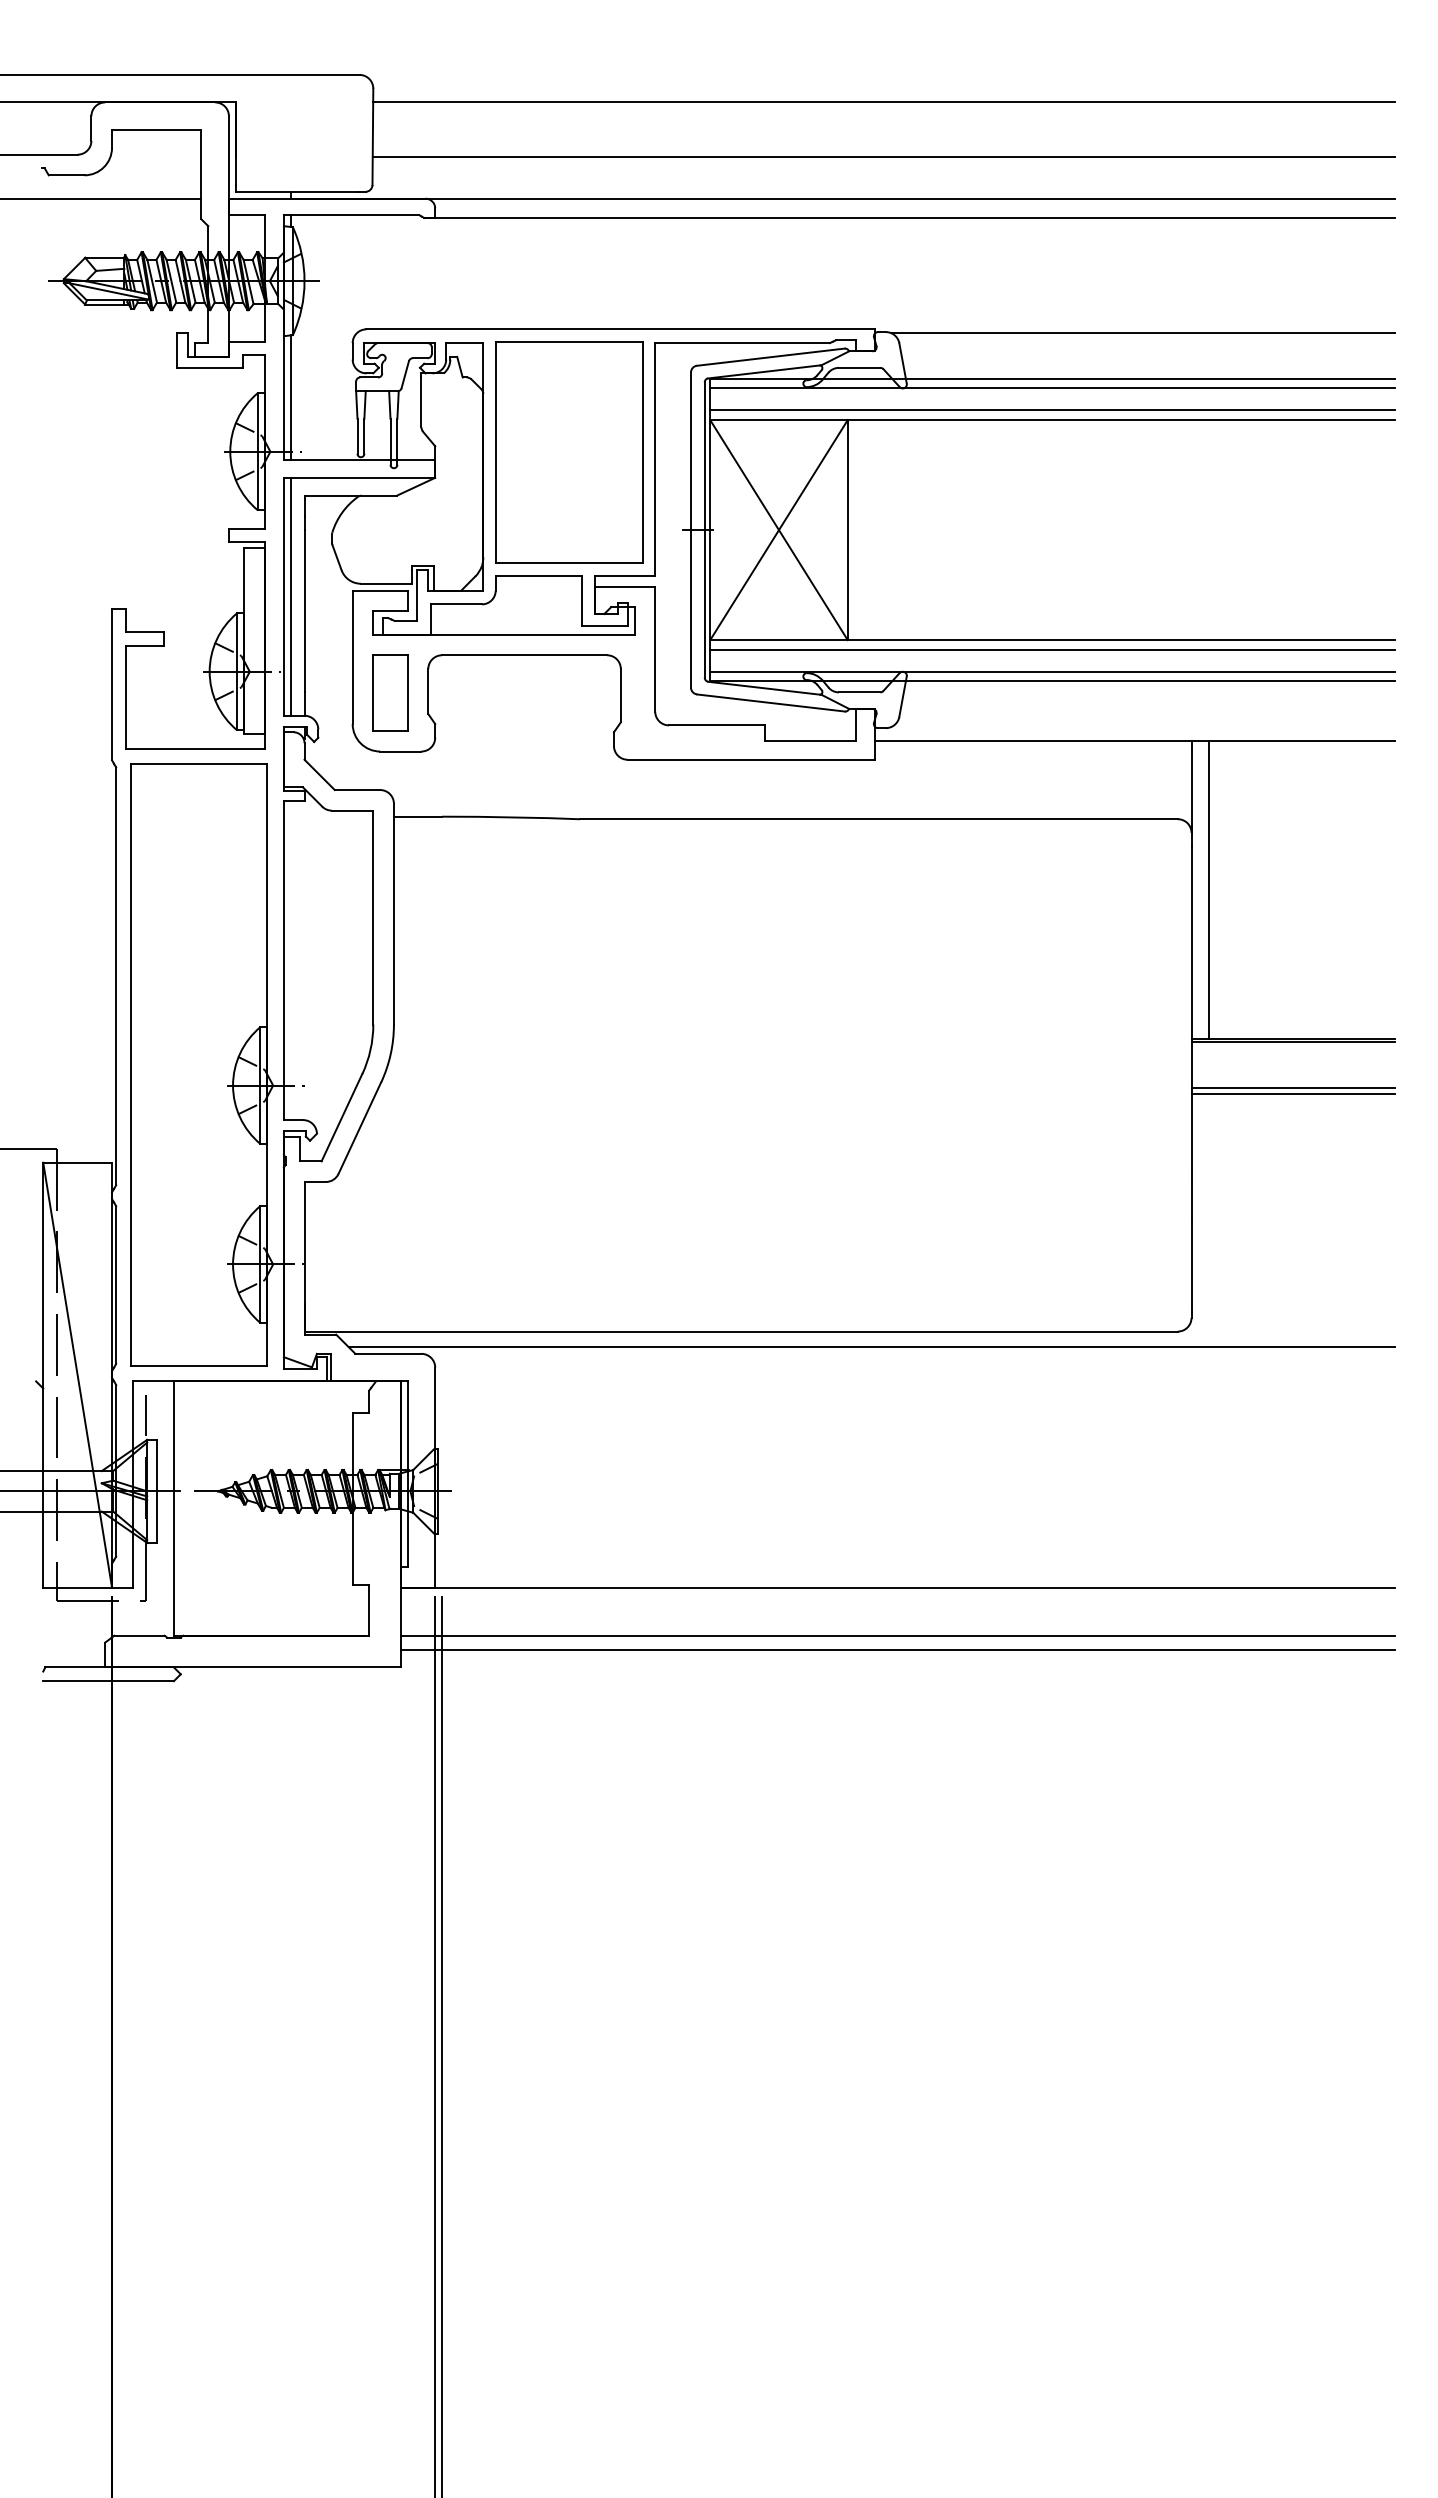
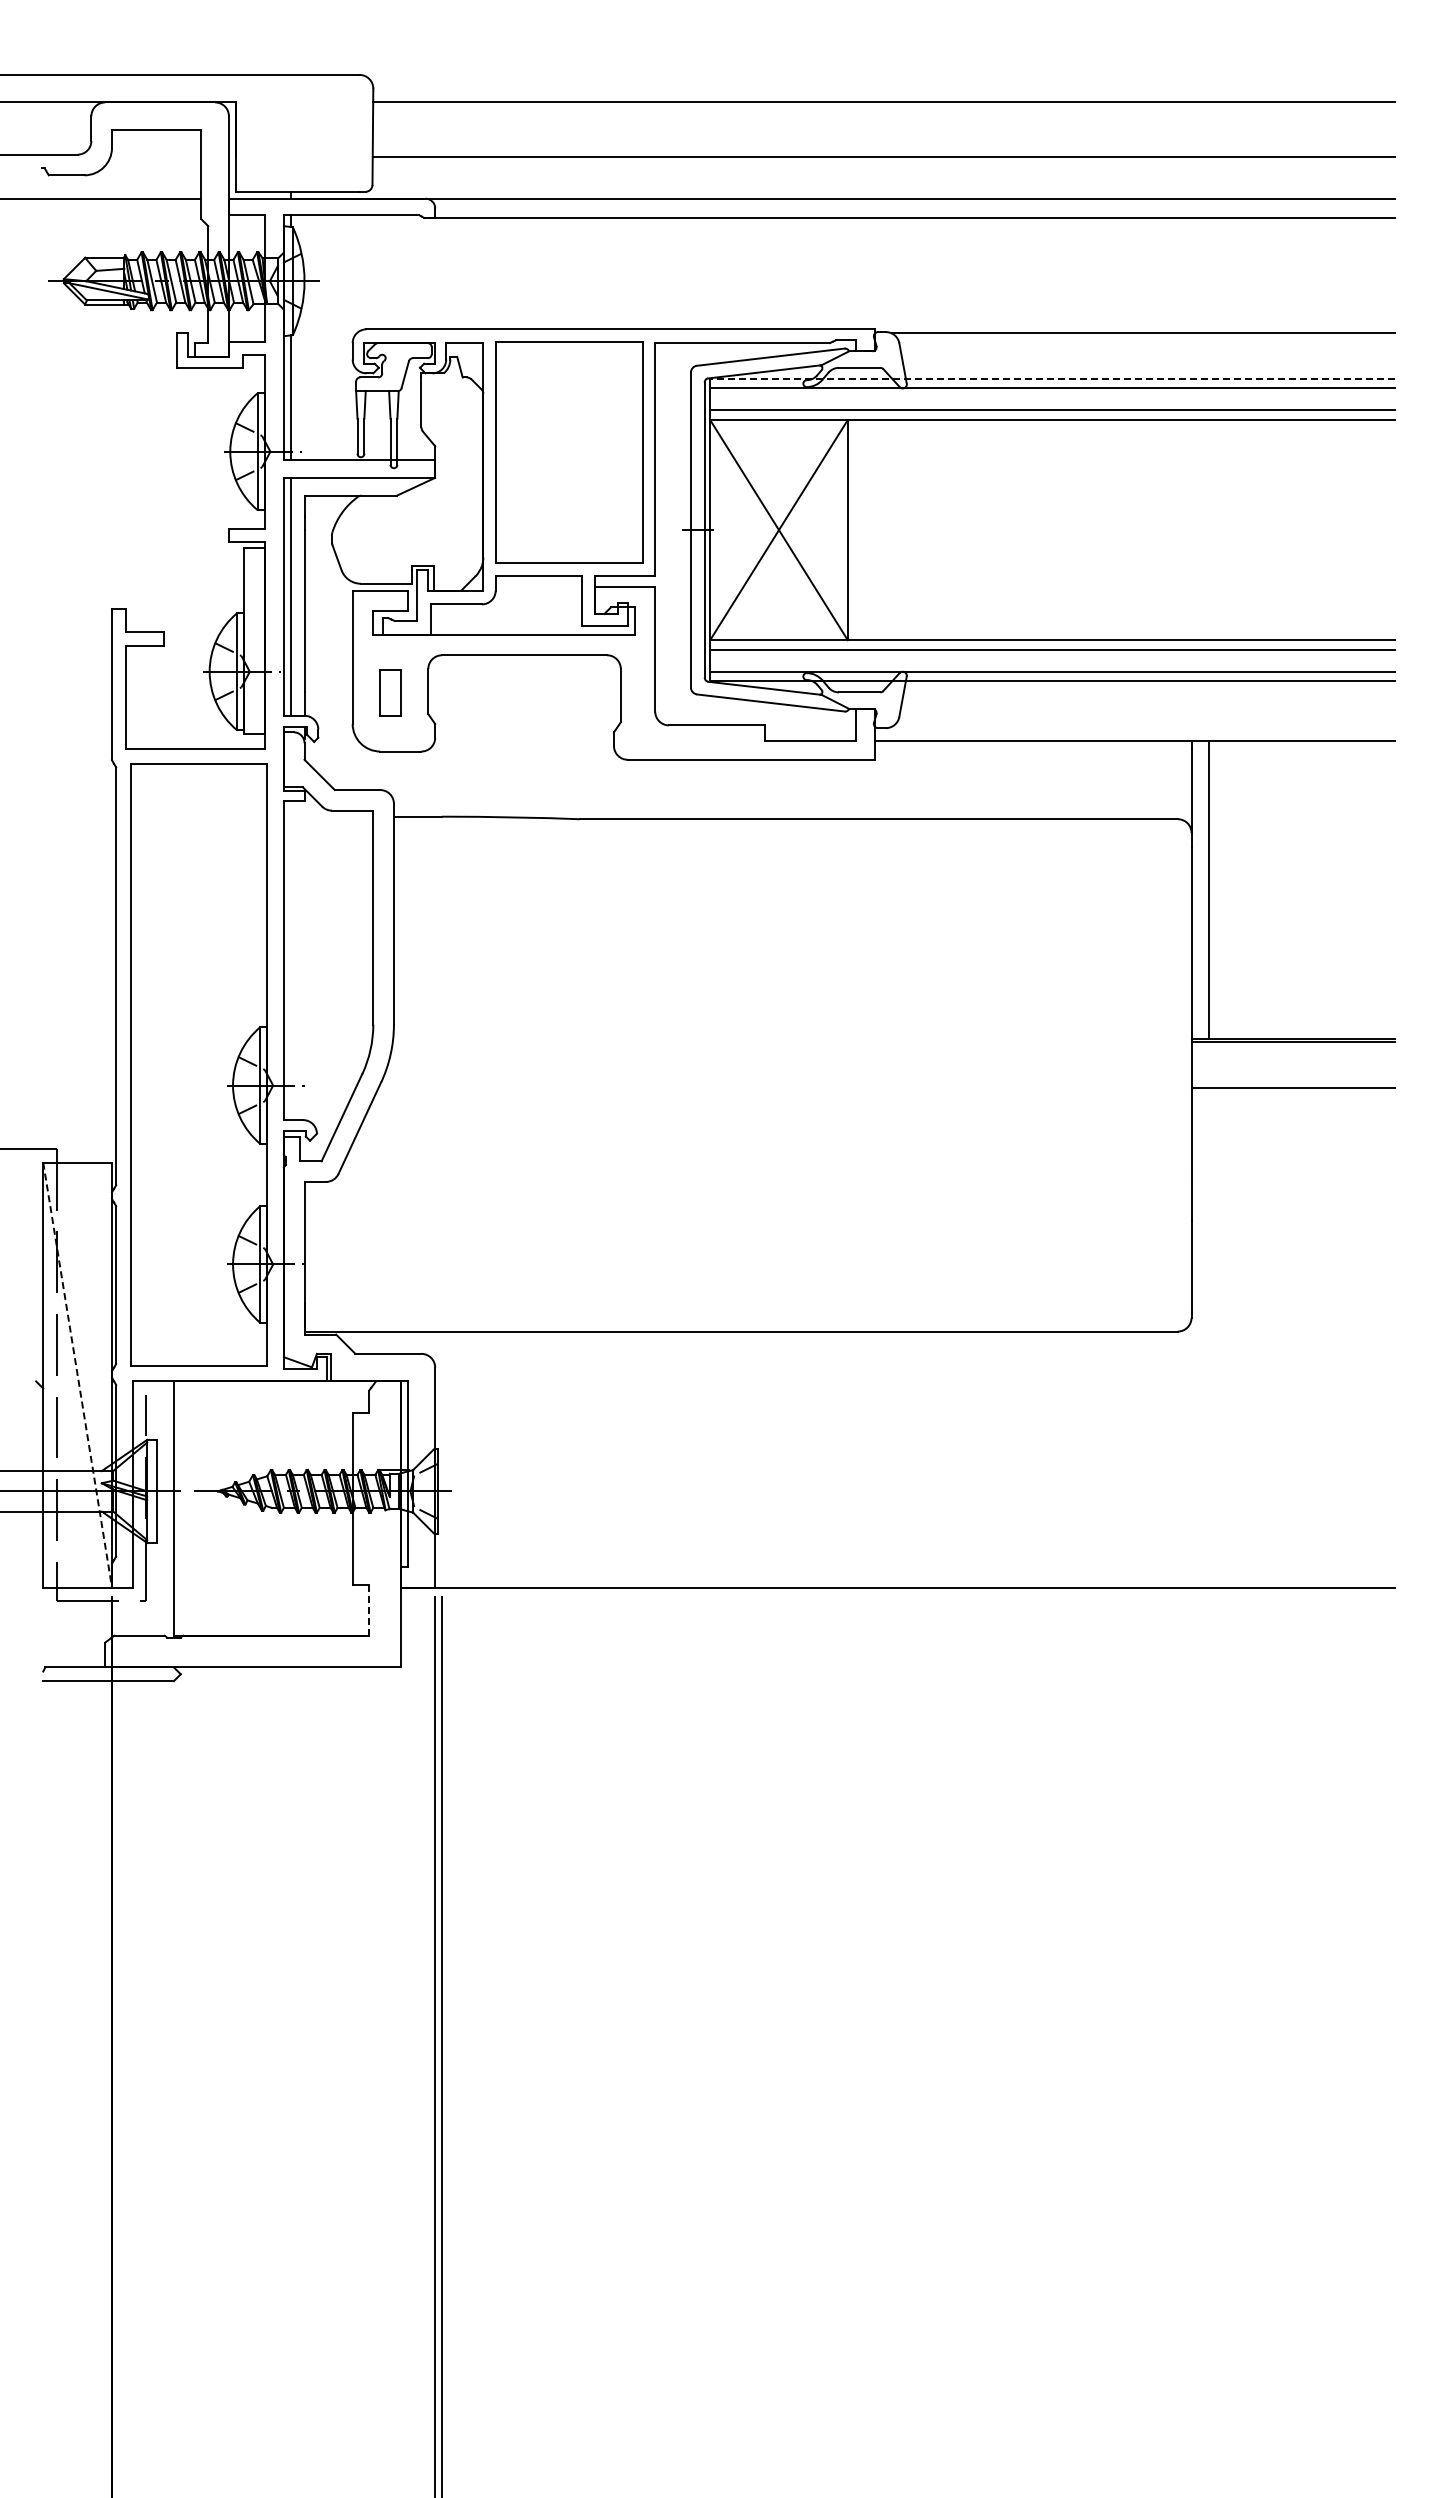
line at (1052, 378): solid -> dashed
part at (390, 692) size: 37x78 px -> 23x48 px
line at (1292, 1093): present -> none
line at (871, 1346): present -> none
line at (77, 1375): solid -> dashed
line at (369, 1610): solid -> dashed
line at (897, 1635): present -> none
line at (897, 1649): present -> none
